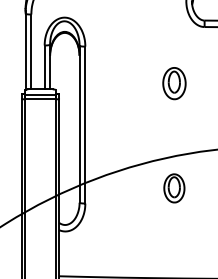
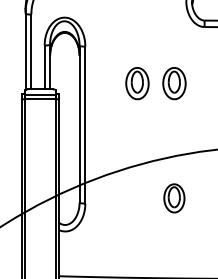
part at (137, 83): none -> present
part at (174, 188) position: (174, 188) -> (174, 198)
